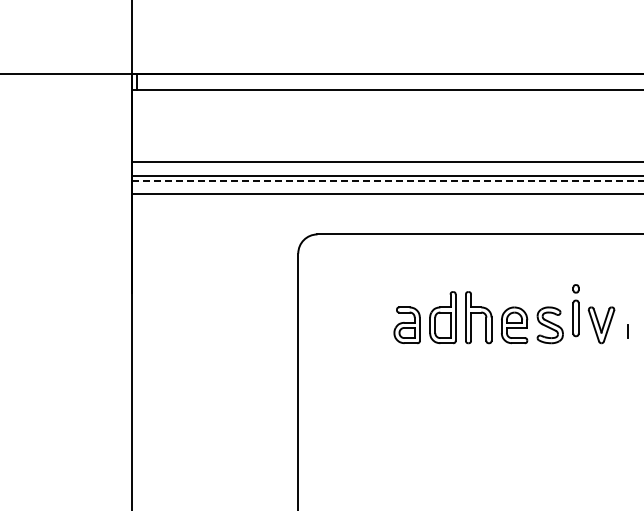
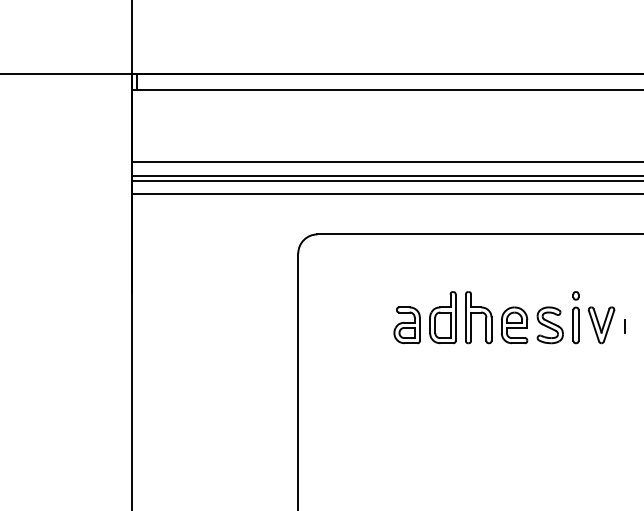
line at (387, 180): dashed -> solid
part at (575, 310) position: (575, 310) -> (575, 317)
line at (627, 331) position: (627, 331) -> (624, 326)
